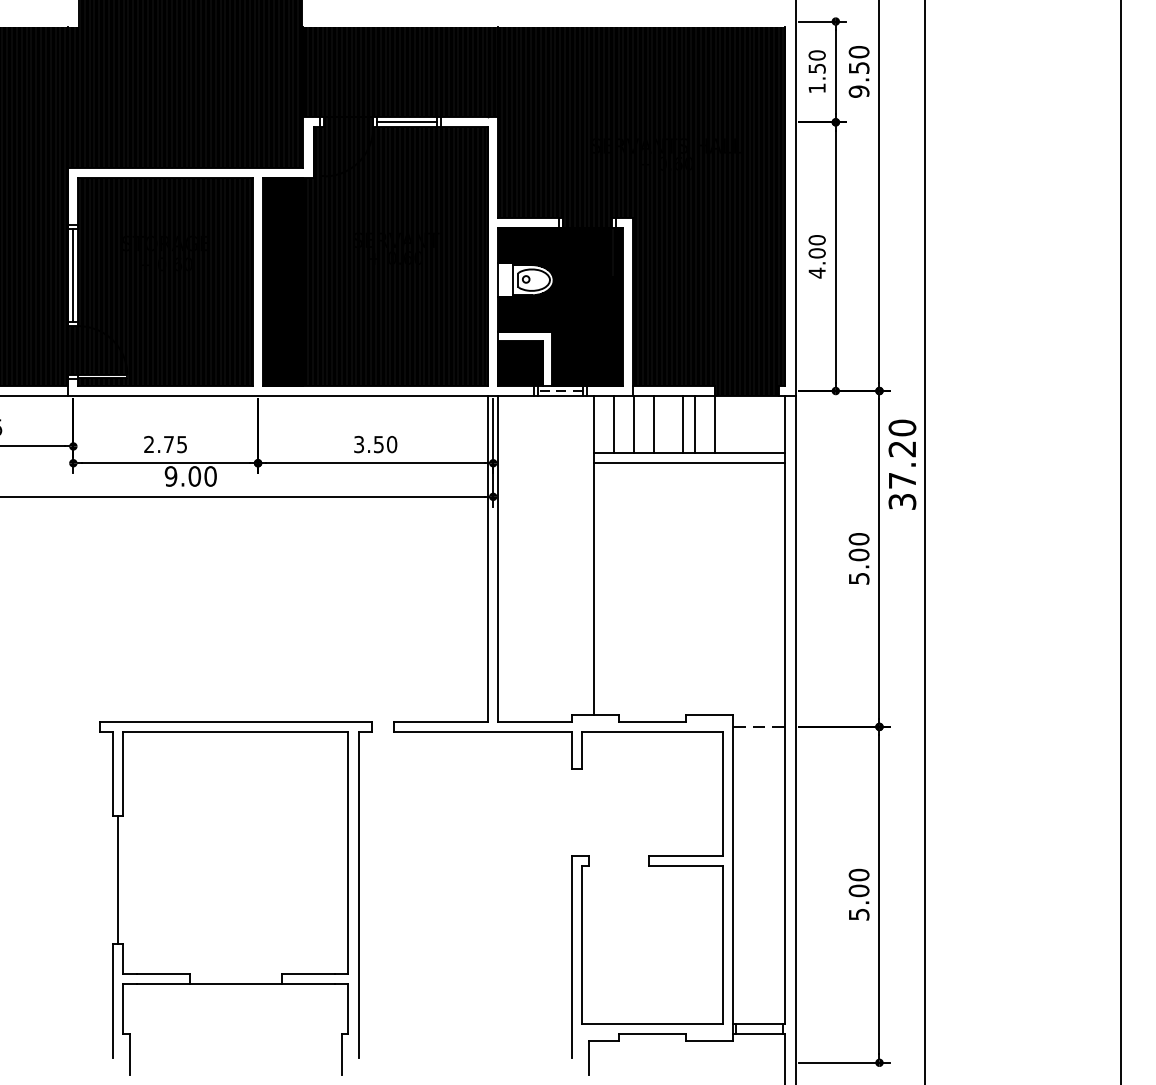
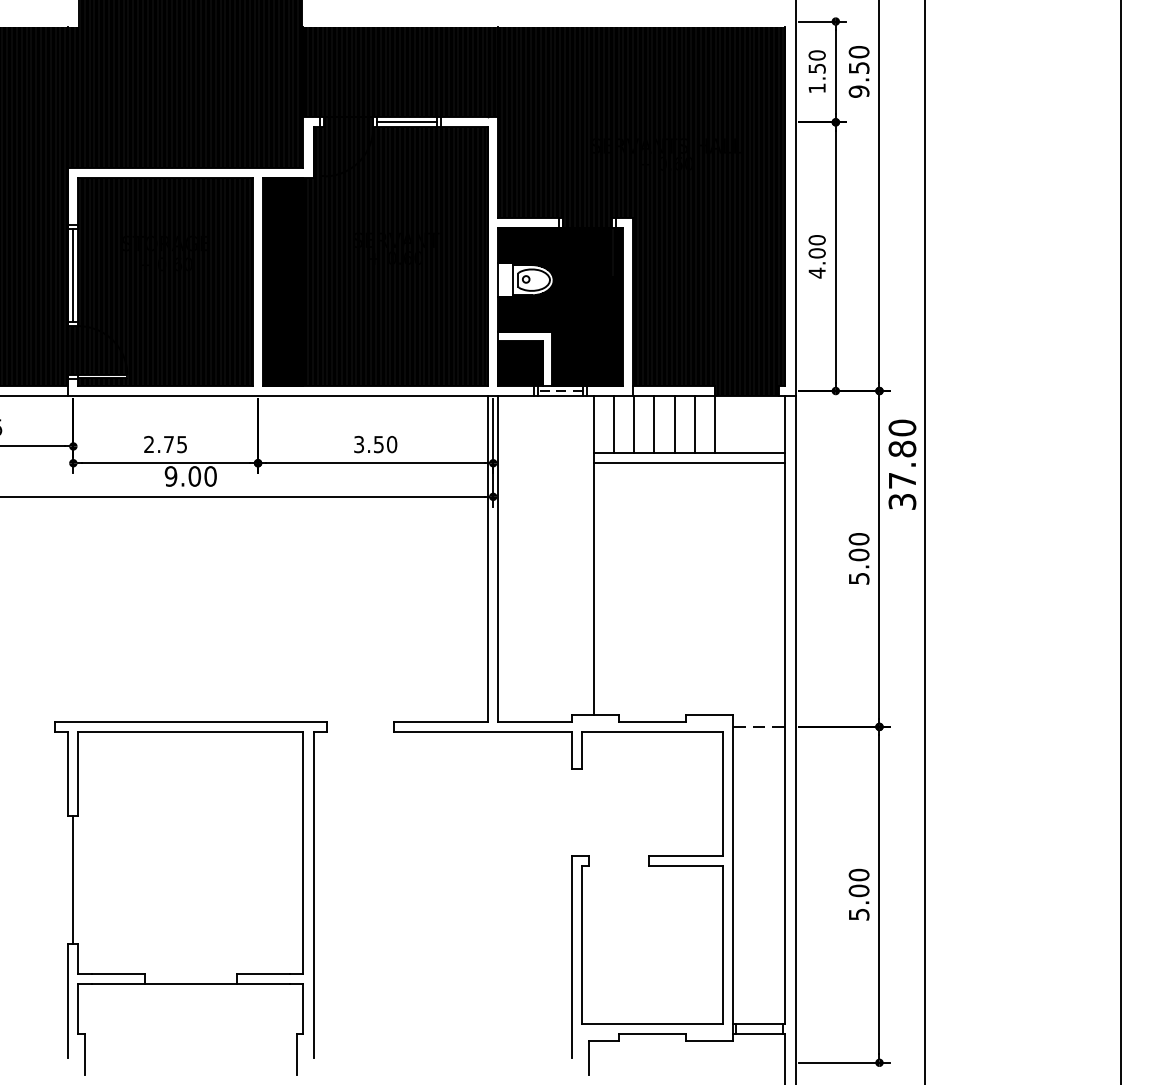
line at (682, 424) position: (682, 424) -> (674, 424)
text at (902, 448): 37.20 -> 37.80
part at (235, 898) position: (235, 898) -> (190, 898)
